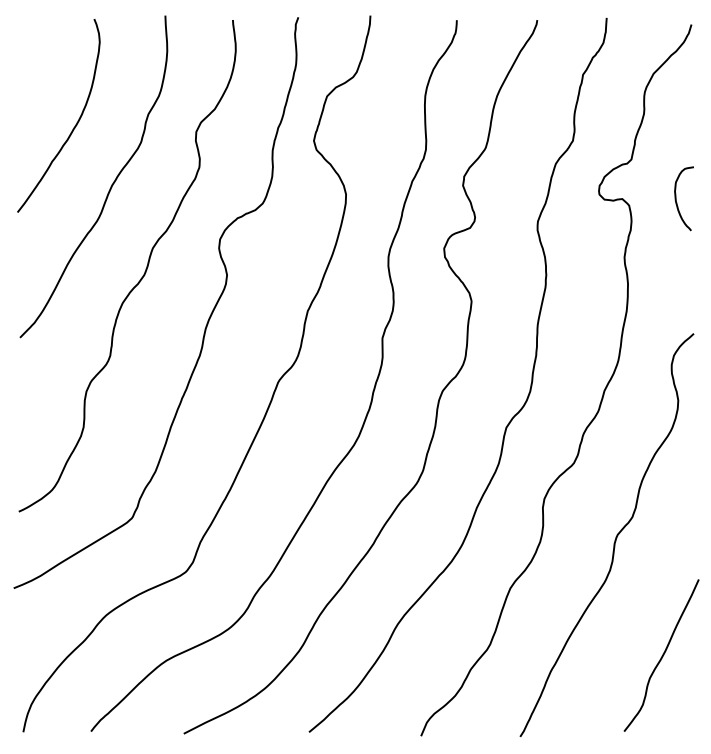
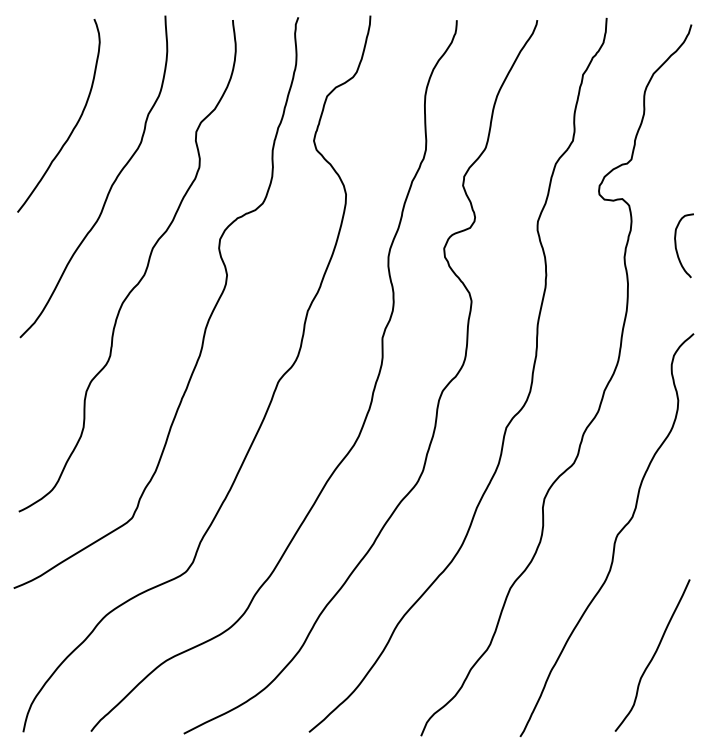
curve at (676, 198) position: (676, 198) -> (676, 245)
curve at (662, 655) position: (662, 655) -> (653, 655)
